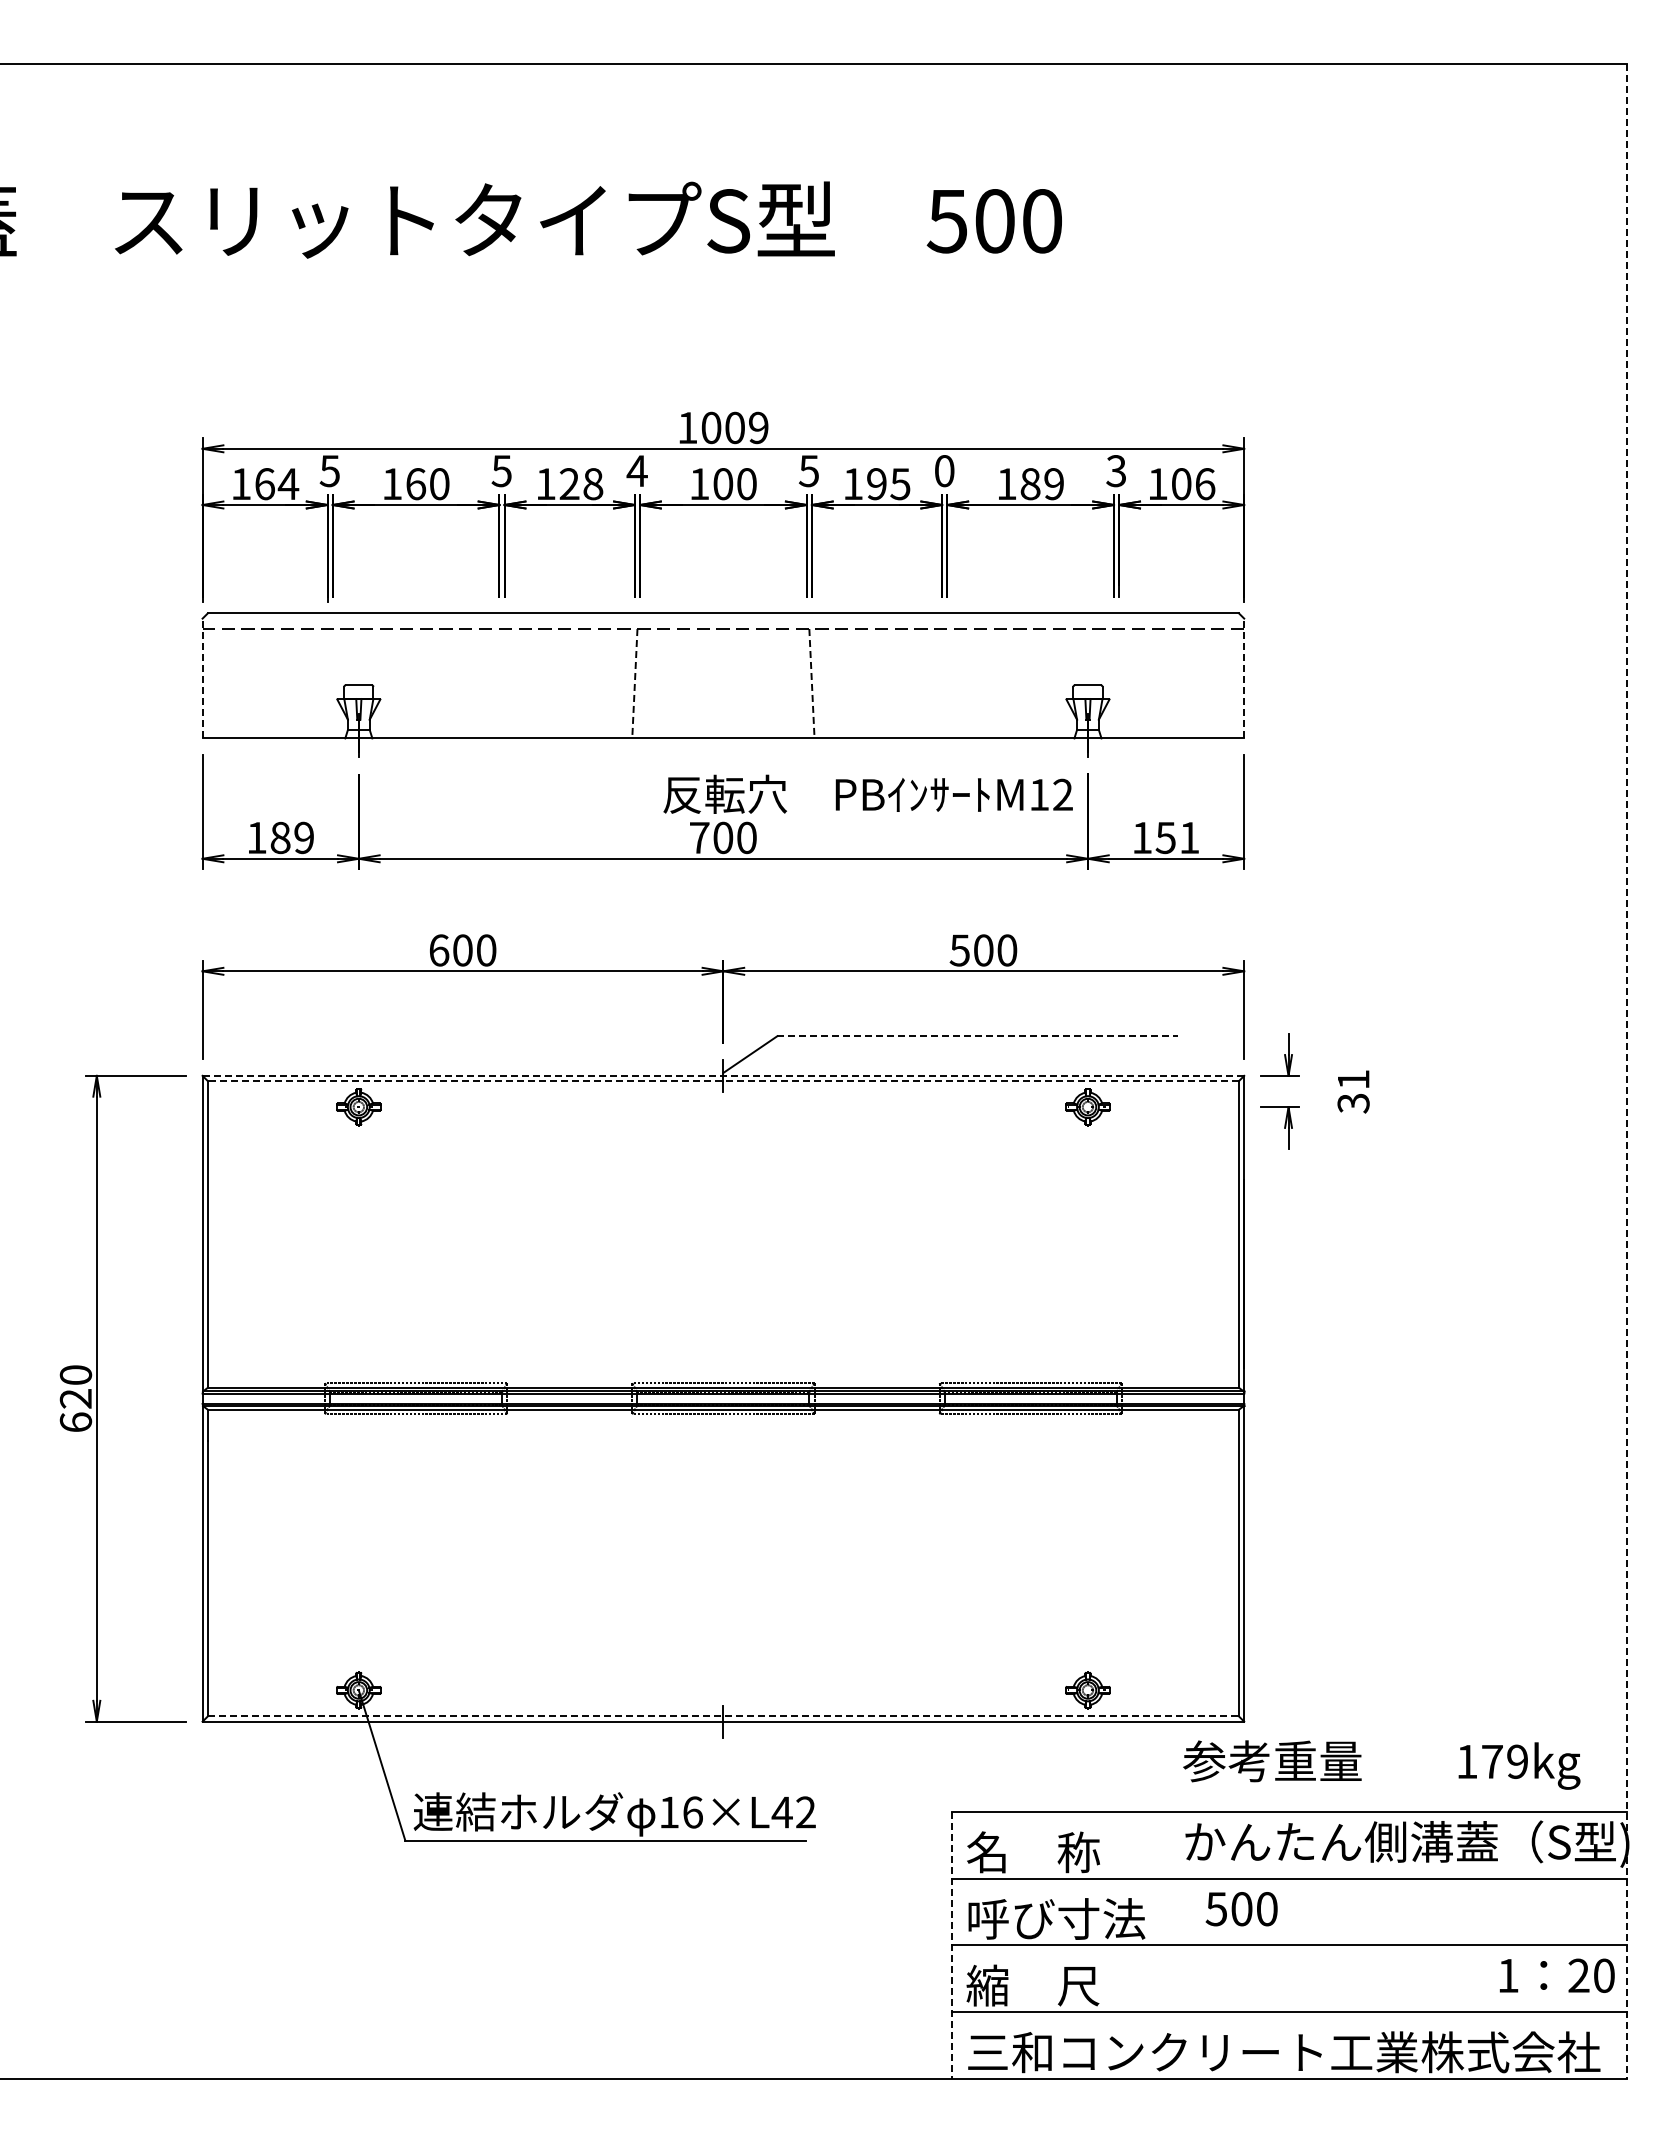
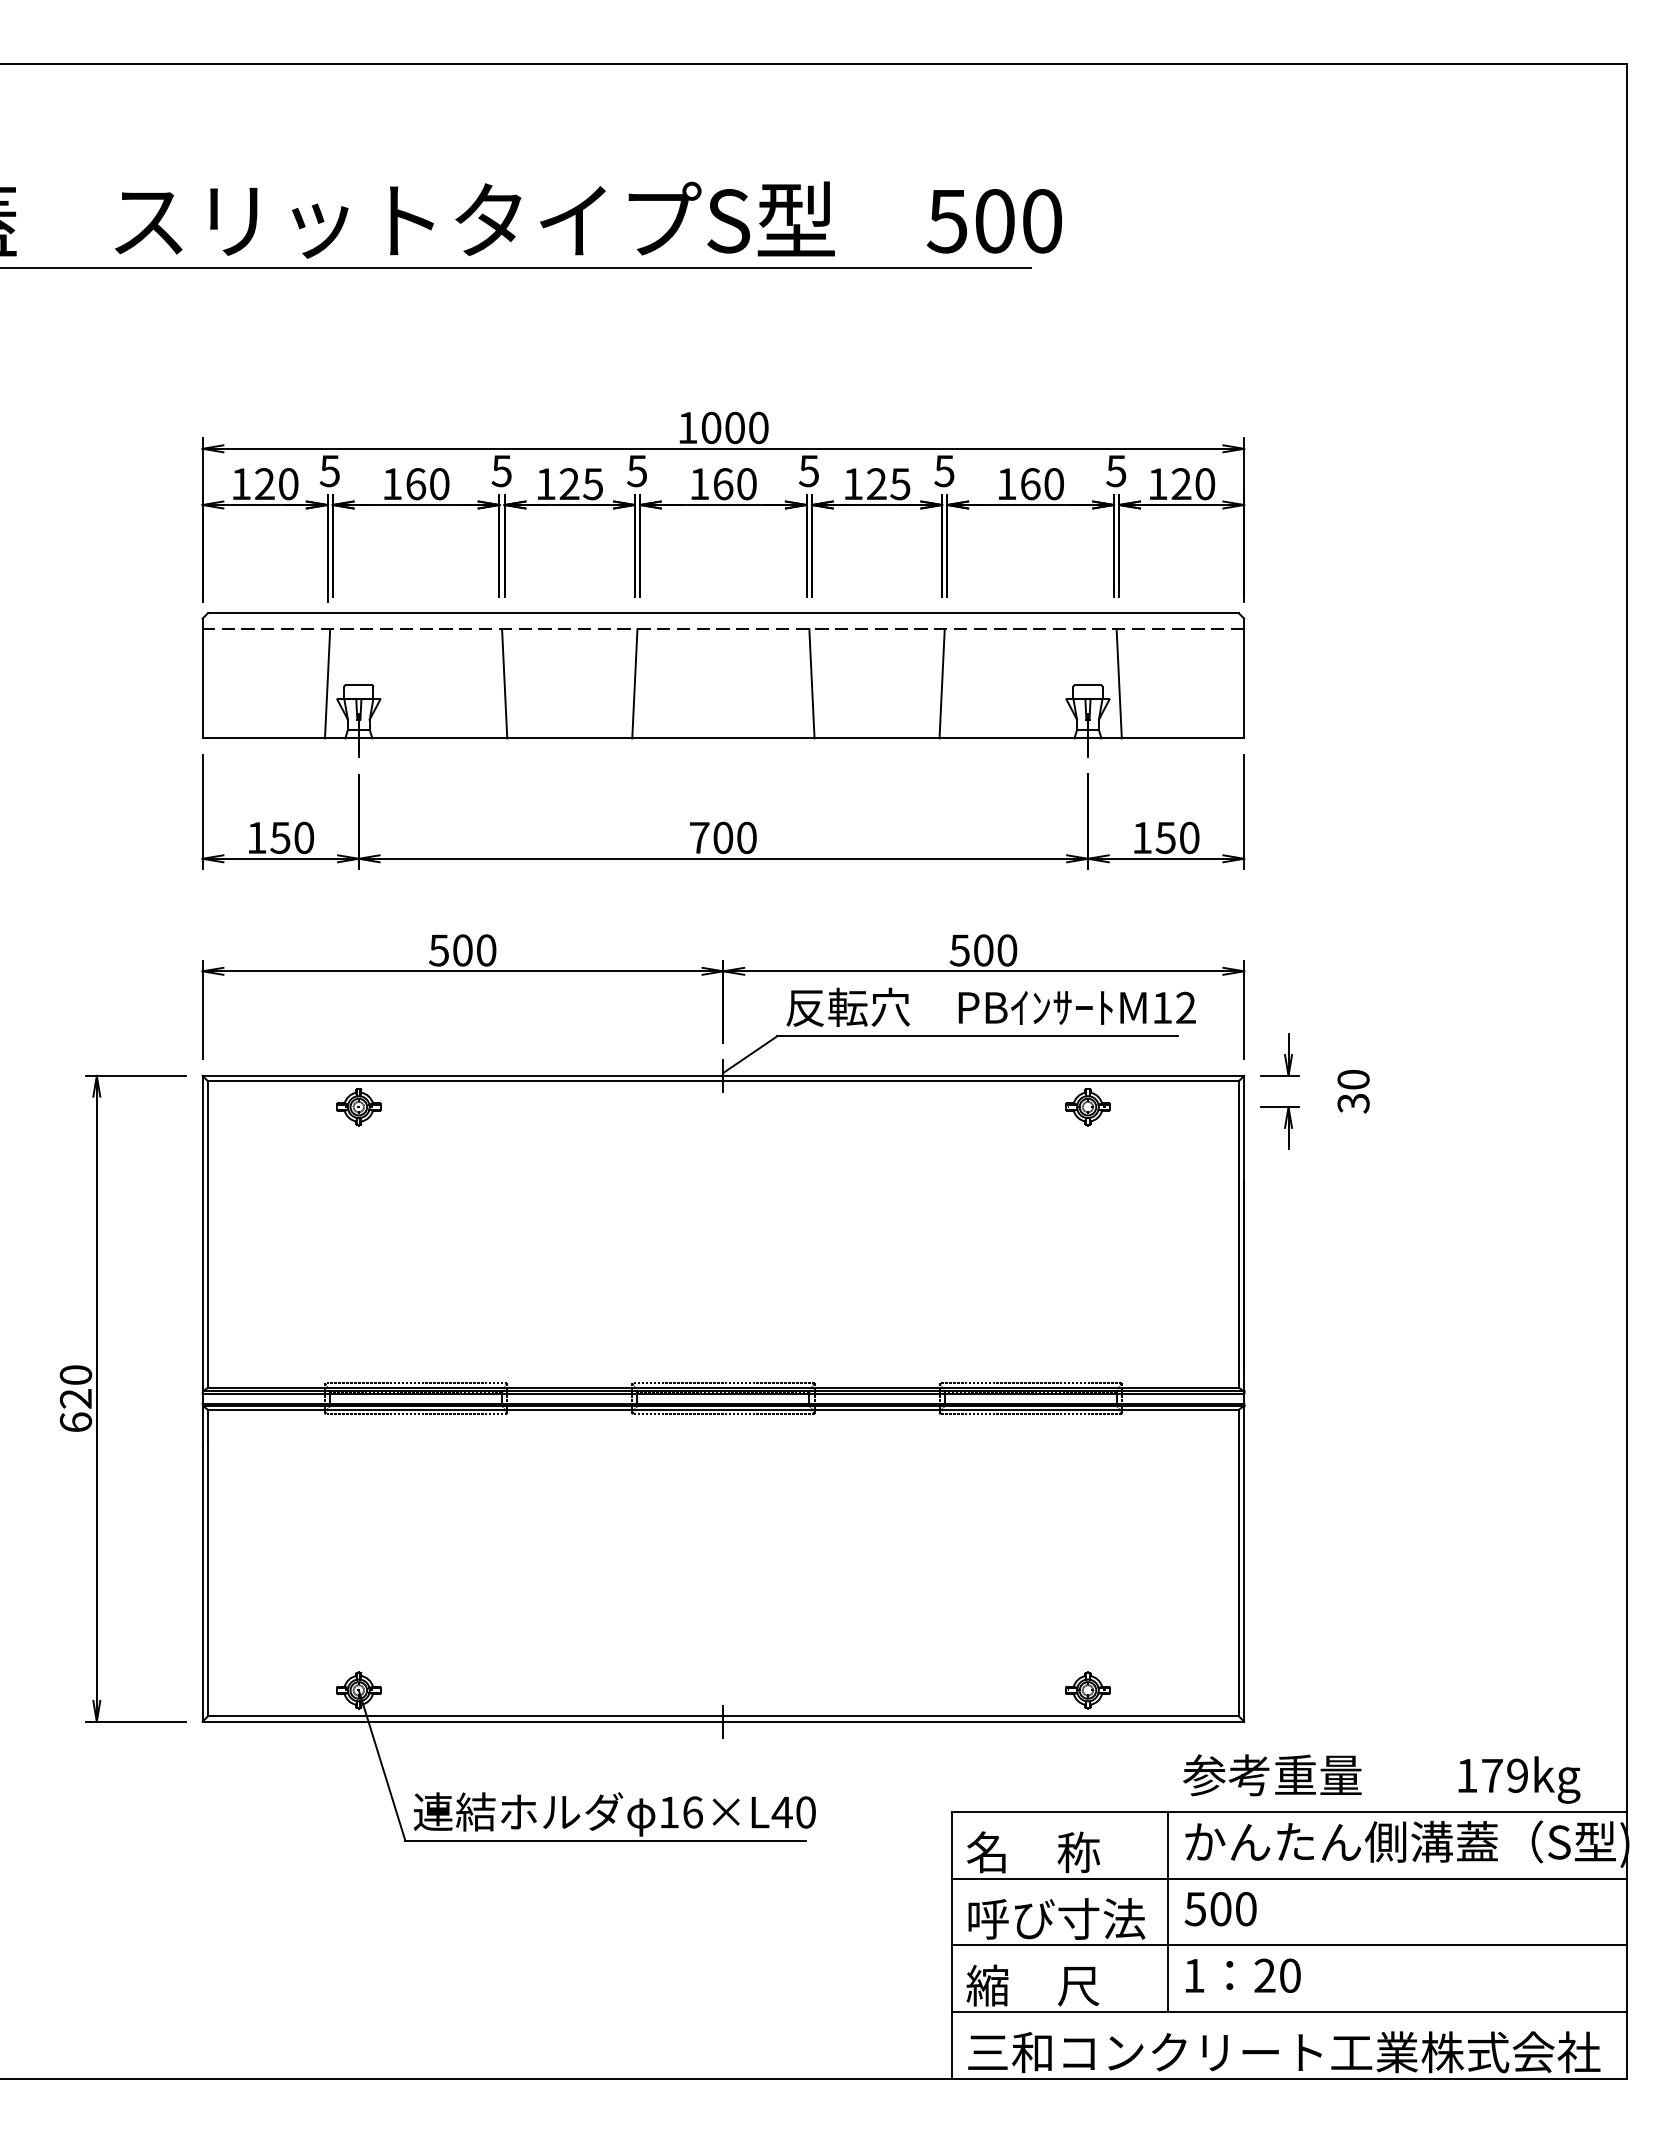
line at (516, 267): none -> present
text at (758, 427): 1009 -> 1000
text at (1116, 470): 3 -> 5
text at (636, 471): 4 -> 5
text at (944, 471): 0 -> 5
text at (277, 484): 164 -> 120
text at (593, 484): 128 -> 125
text at (723, 484): 100 -> 160
text at (876, 484): 195 -> 125
text at (1041, 484): 189 -> 160
text at (1193, 484): 106 -> 120
line at (202, 678): dashed -> solid
line at (1244, 678): dashed -> solid
line at (327, 683): none -> present
line at (504, 683): none -> present
line at (634, 683): dashed -> solid
line at (811, 683): dashed -> solid
line at (941, 683): none -> present
line at (1118, 683): none -> present
text at (867, 793) position: (867, 793) -> (990, 1006)
text at (292, 837): 189 -> 150
text at (1189, 837): 151 -> 150
text at (438, 950): 600 -> 500
line at (978, 1036): dashed -> solid
line at (1626, 1072): dashed -> solid
line at (723, 1075): dashed -> solid
text at (1353, 1079): 31 -> 30
line at (723, 1081): dashed -> solid
line at (723, 1716): dashed -> solid
text at (1381, 1764) position: (1381, 1764) -> (1381, 1778)
text at (805, 1812): 16×L42 -> 16×L40
text at (1241, 1909) position: (1241, 1909) -> (1220, 1909)
line at (1168, 1912): none -> present
line at (951, 1945): dashed -> solid
text at (1556, 1975) position: (1556, 1975) -> (1242, 1975)
